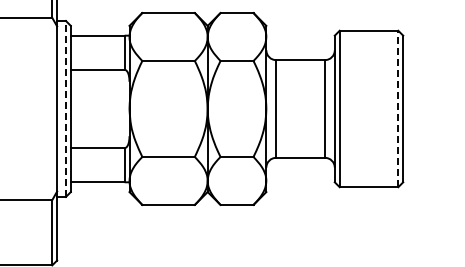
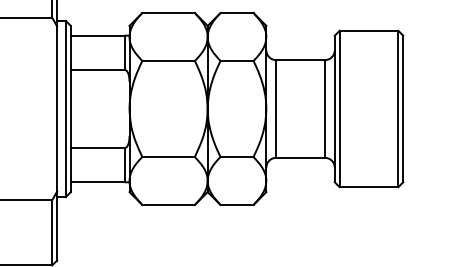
line at (65, 108): dashed -> solid
line at (398, 108): dashed -> solid
